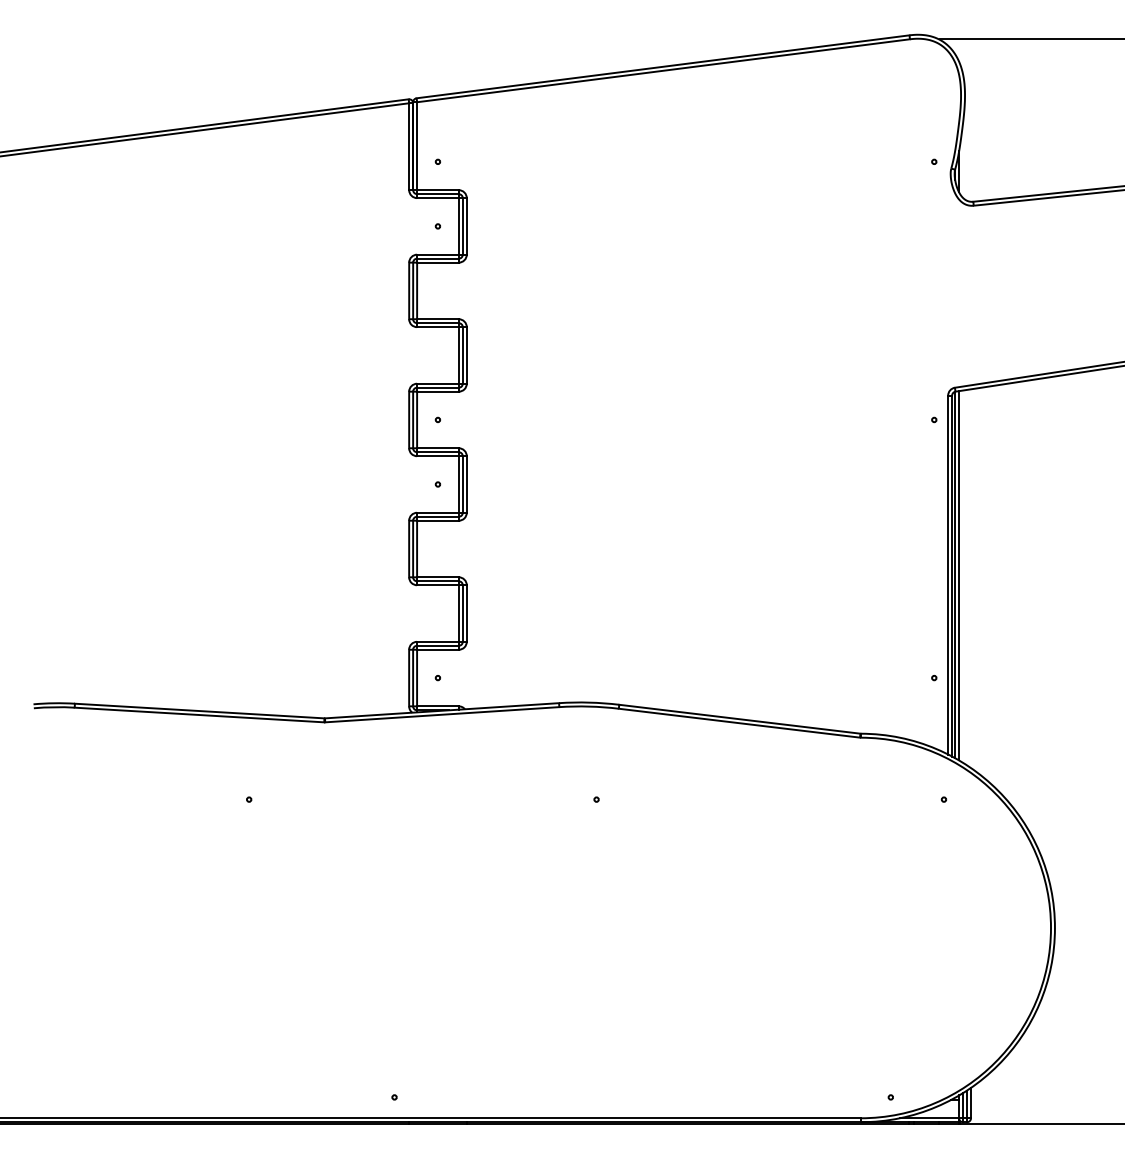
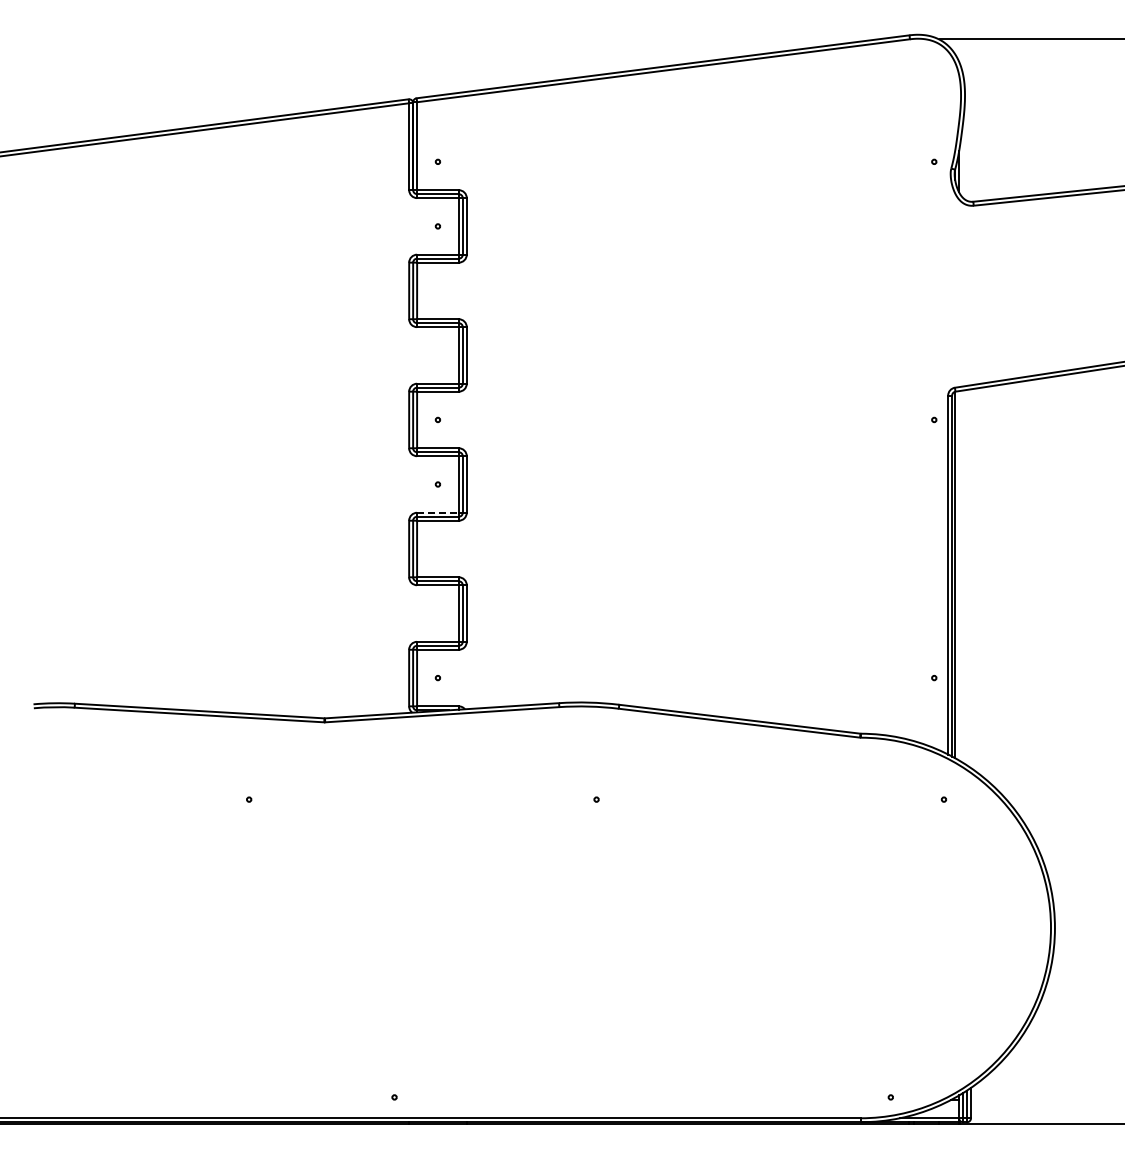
line at (437, 512): solid -> dashed
line at (959, 575): present -> none
